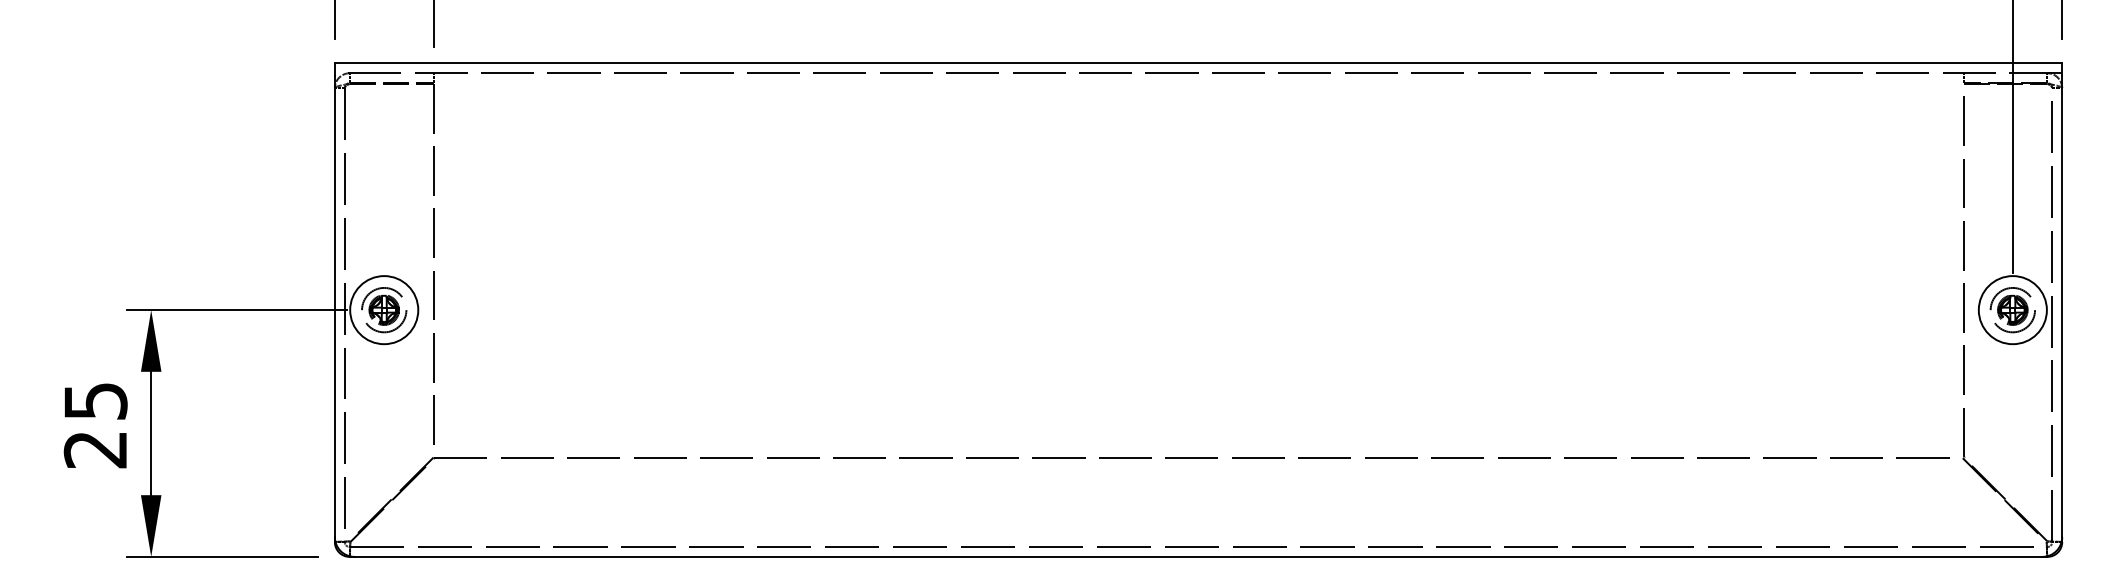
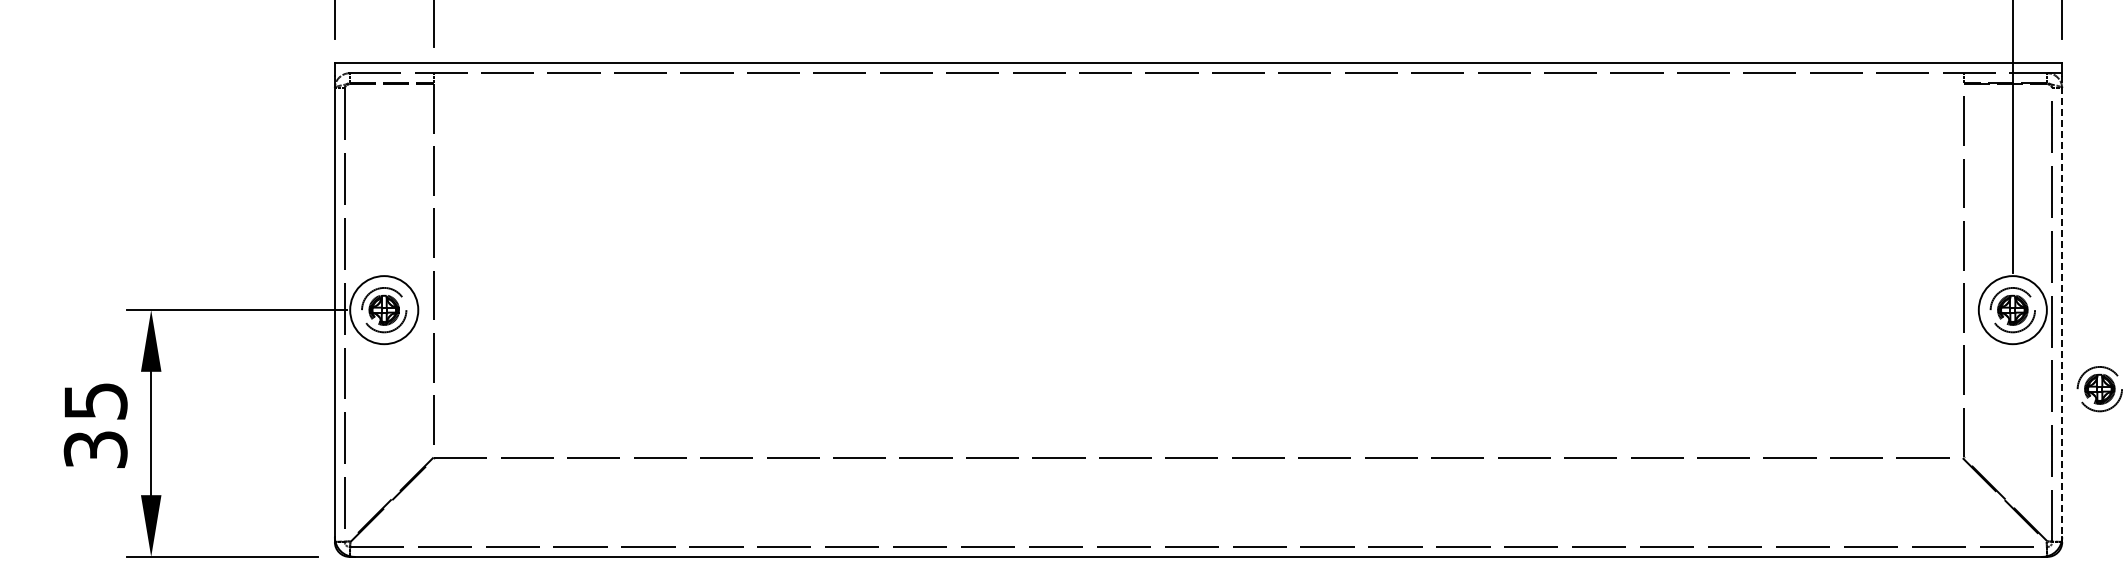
line at (2062, 307): solid -> dashed
part at (2099, 389): none -> present
text at (95, 449): 25 -> 35
